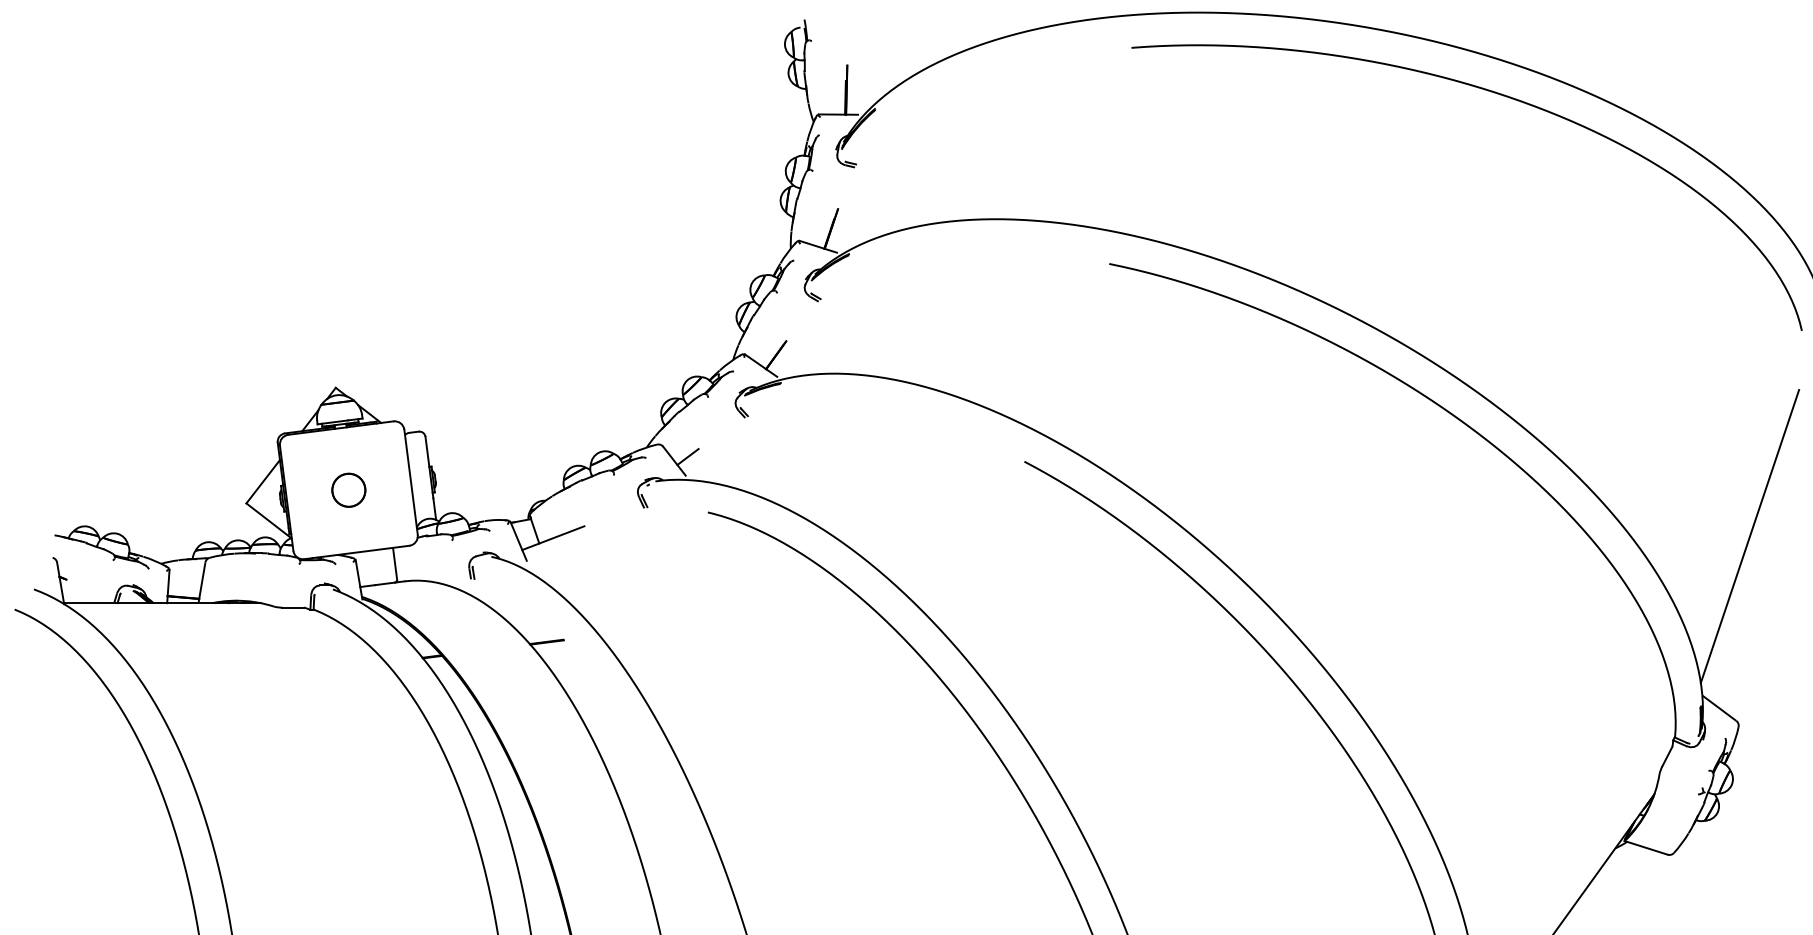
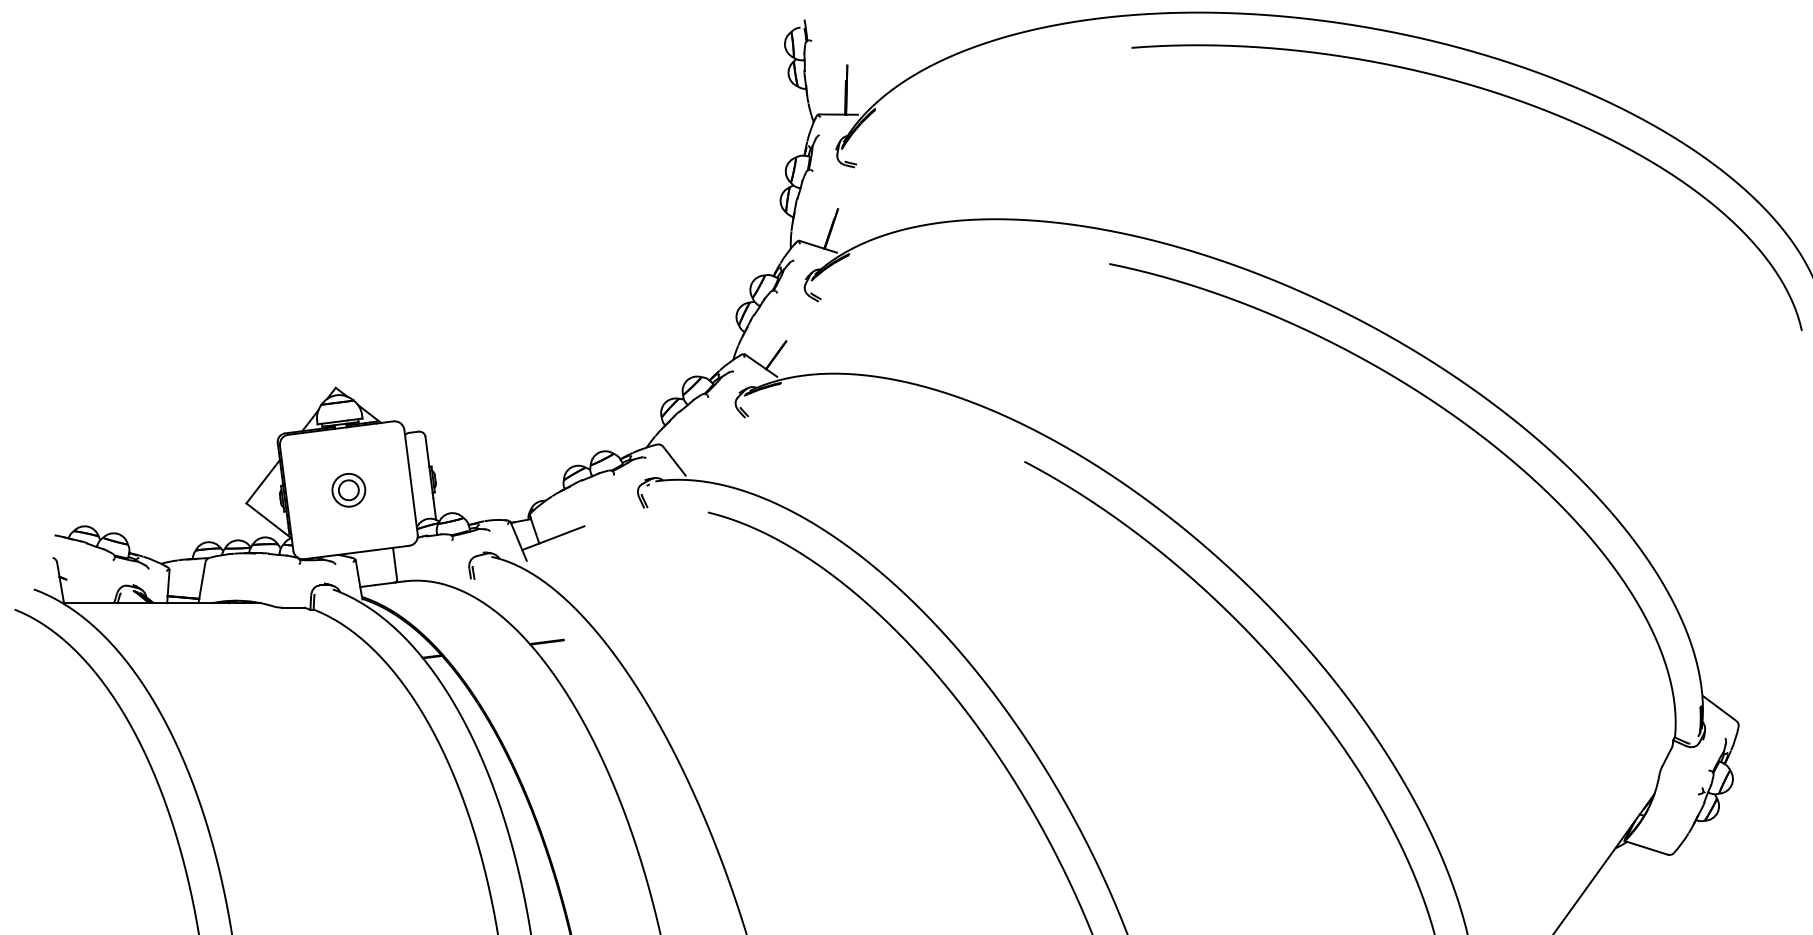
line at (687, 456): present -> none
circle at (348, 489) diameter: 33 px -> 20 px
line at (1749, 536): present -> none
